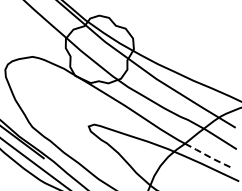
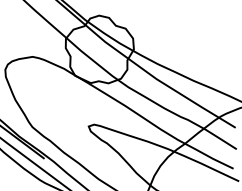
line at (208, 156): dashed -> solid
